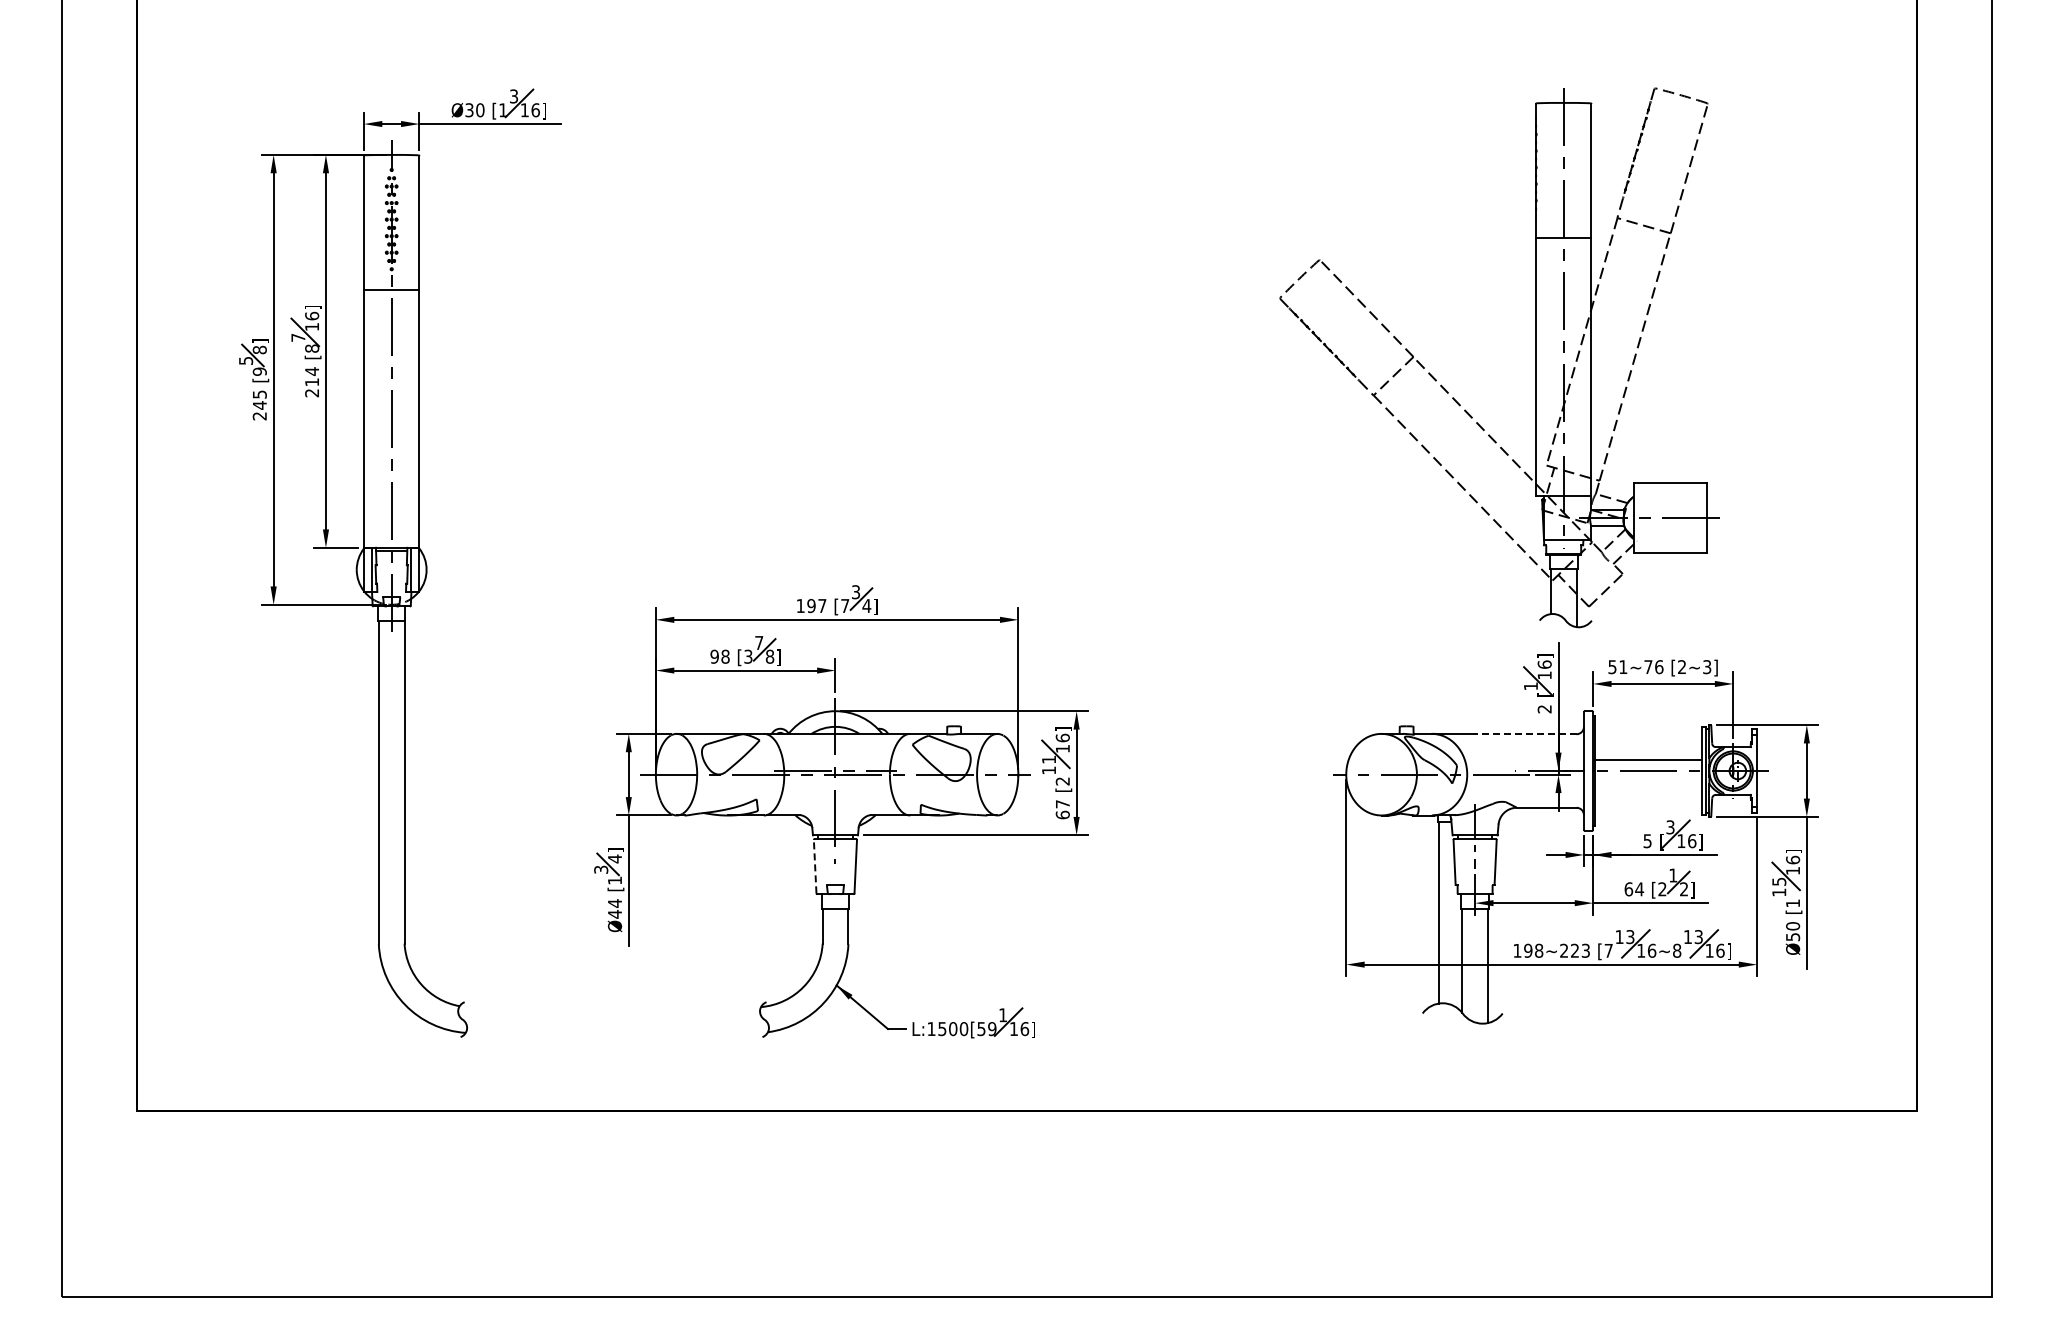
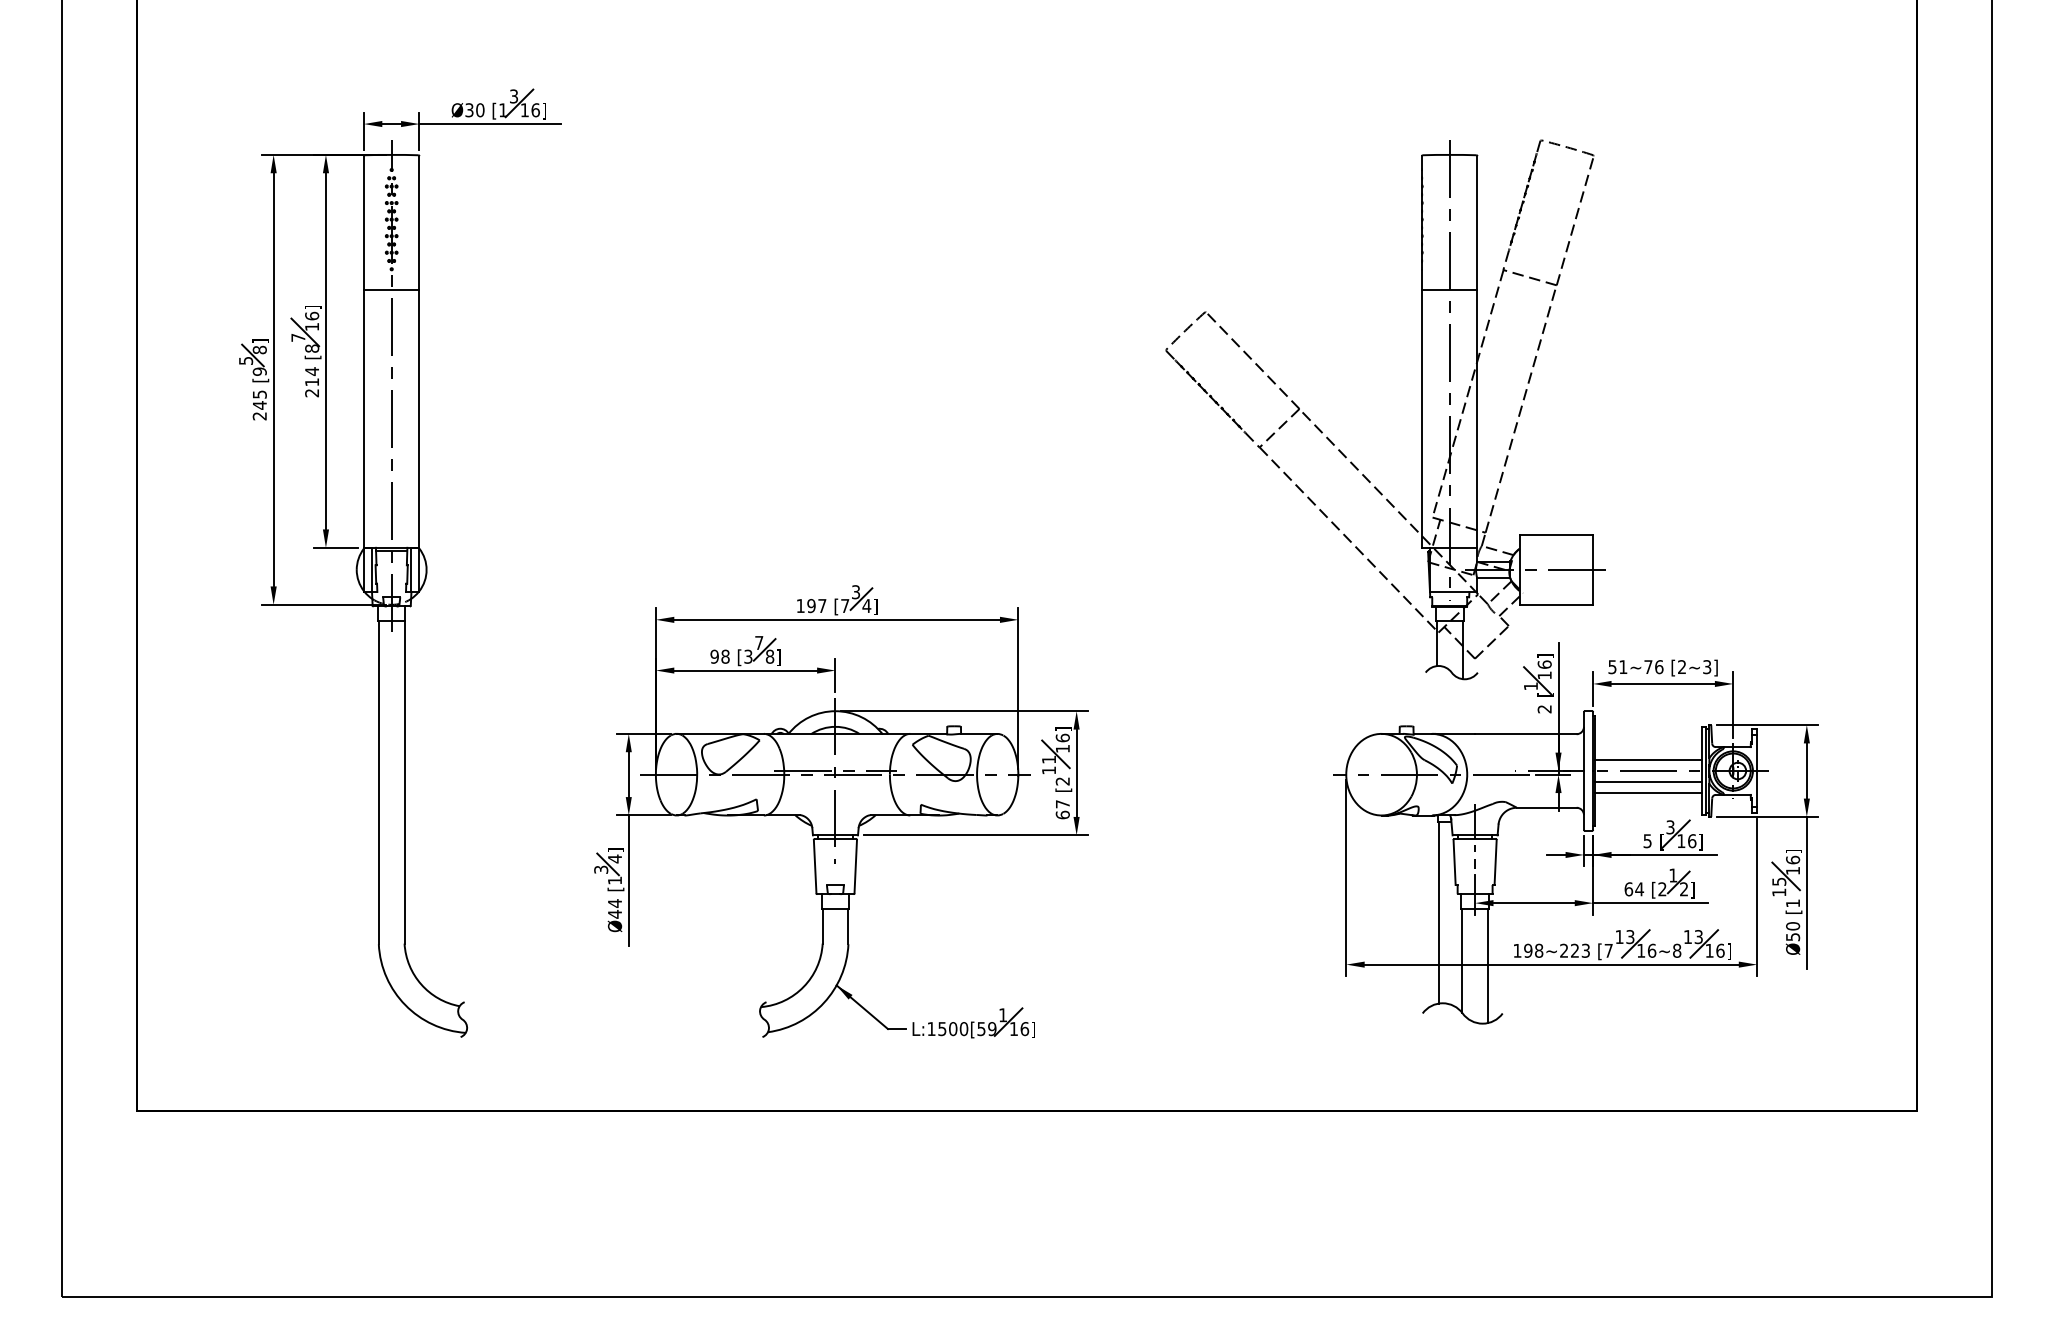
part at (1535, 357) position: (1535, 357) -> (1421, 409)
line at (1525, 734): dashed -> solid
line at (1648, 782): none -> present
line at (1648, 793): none -> present
line at (815, 866): dashed -> solid
